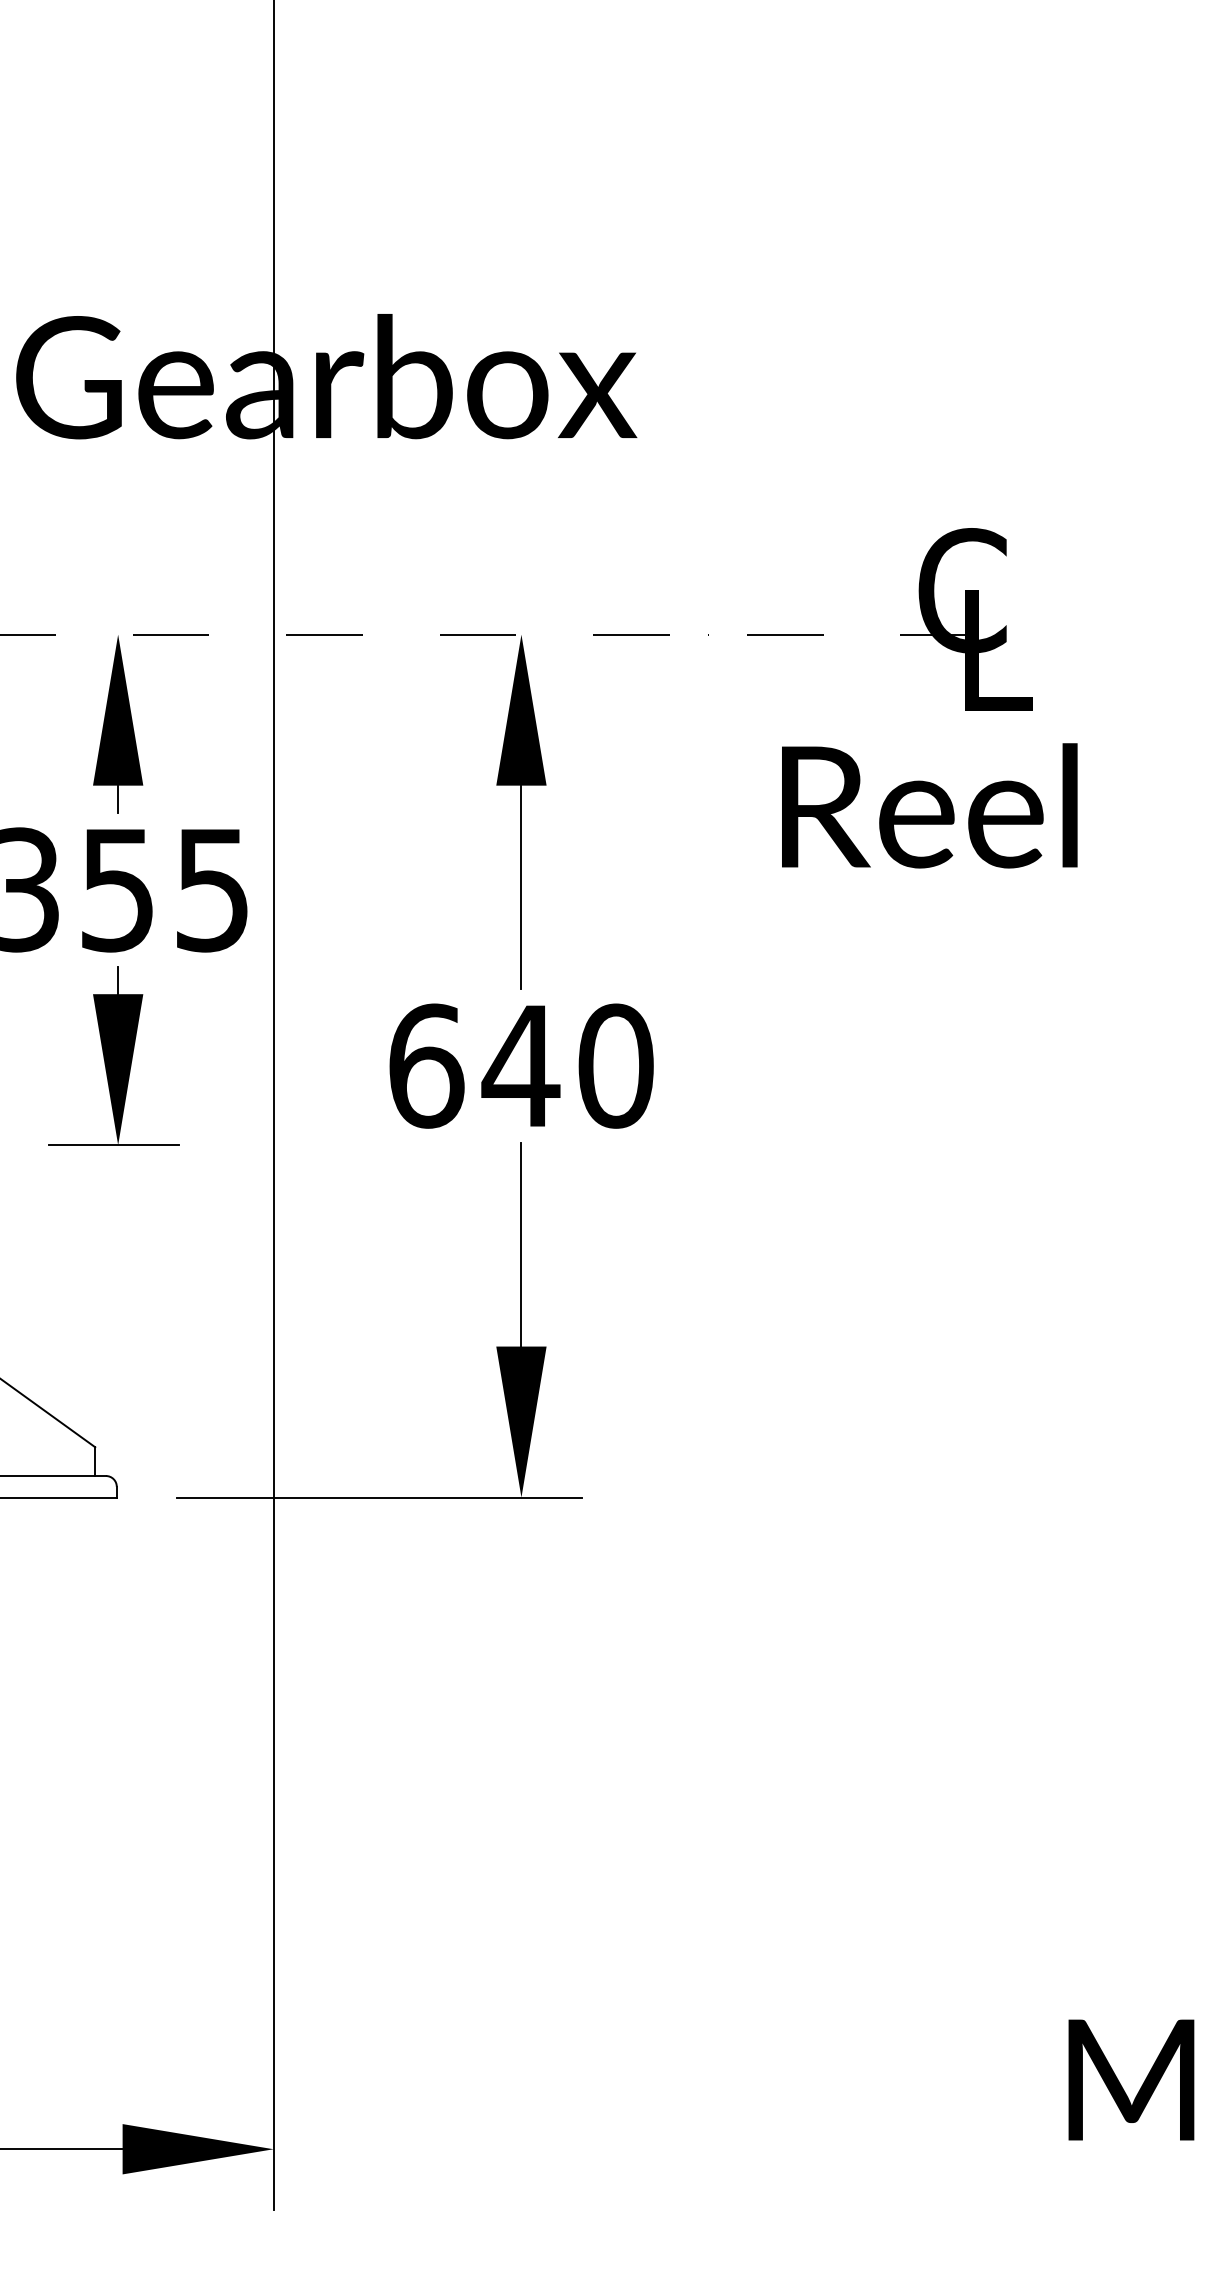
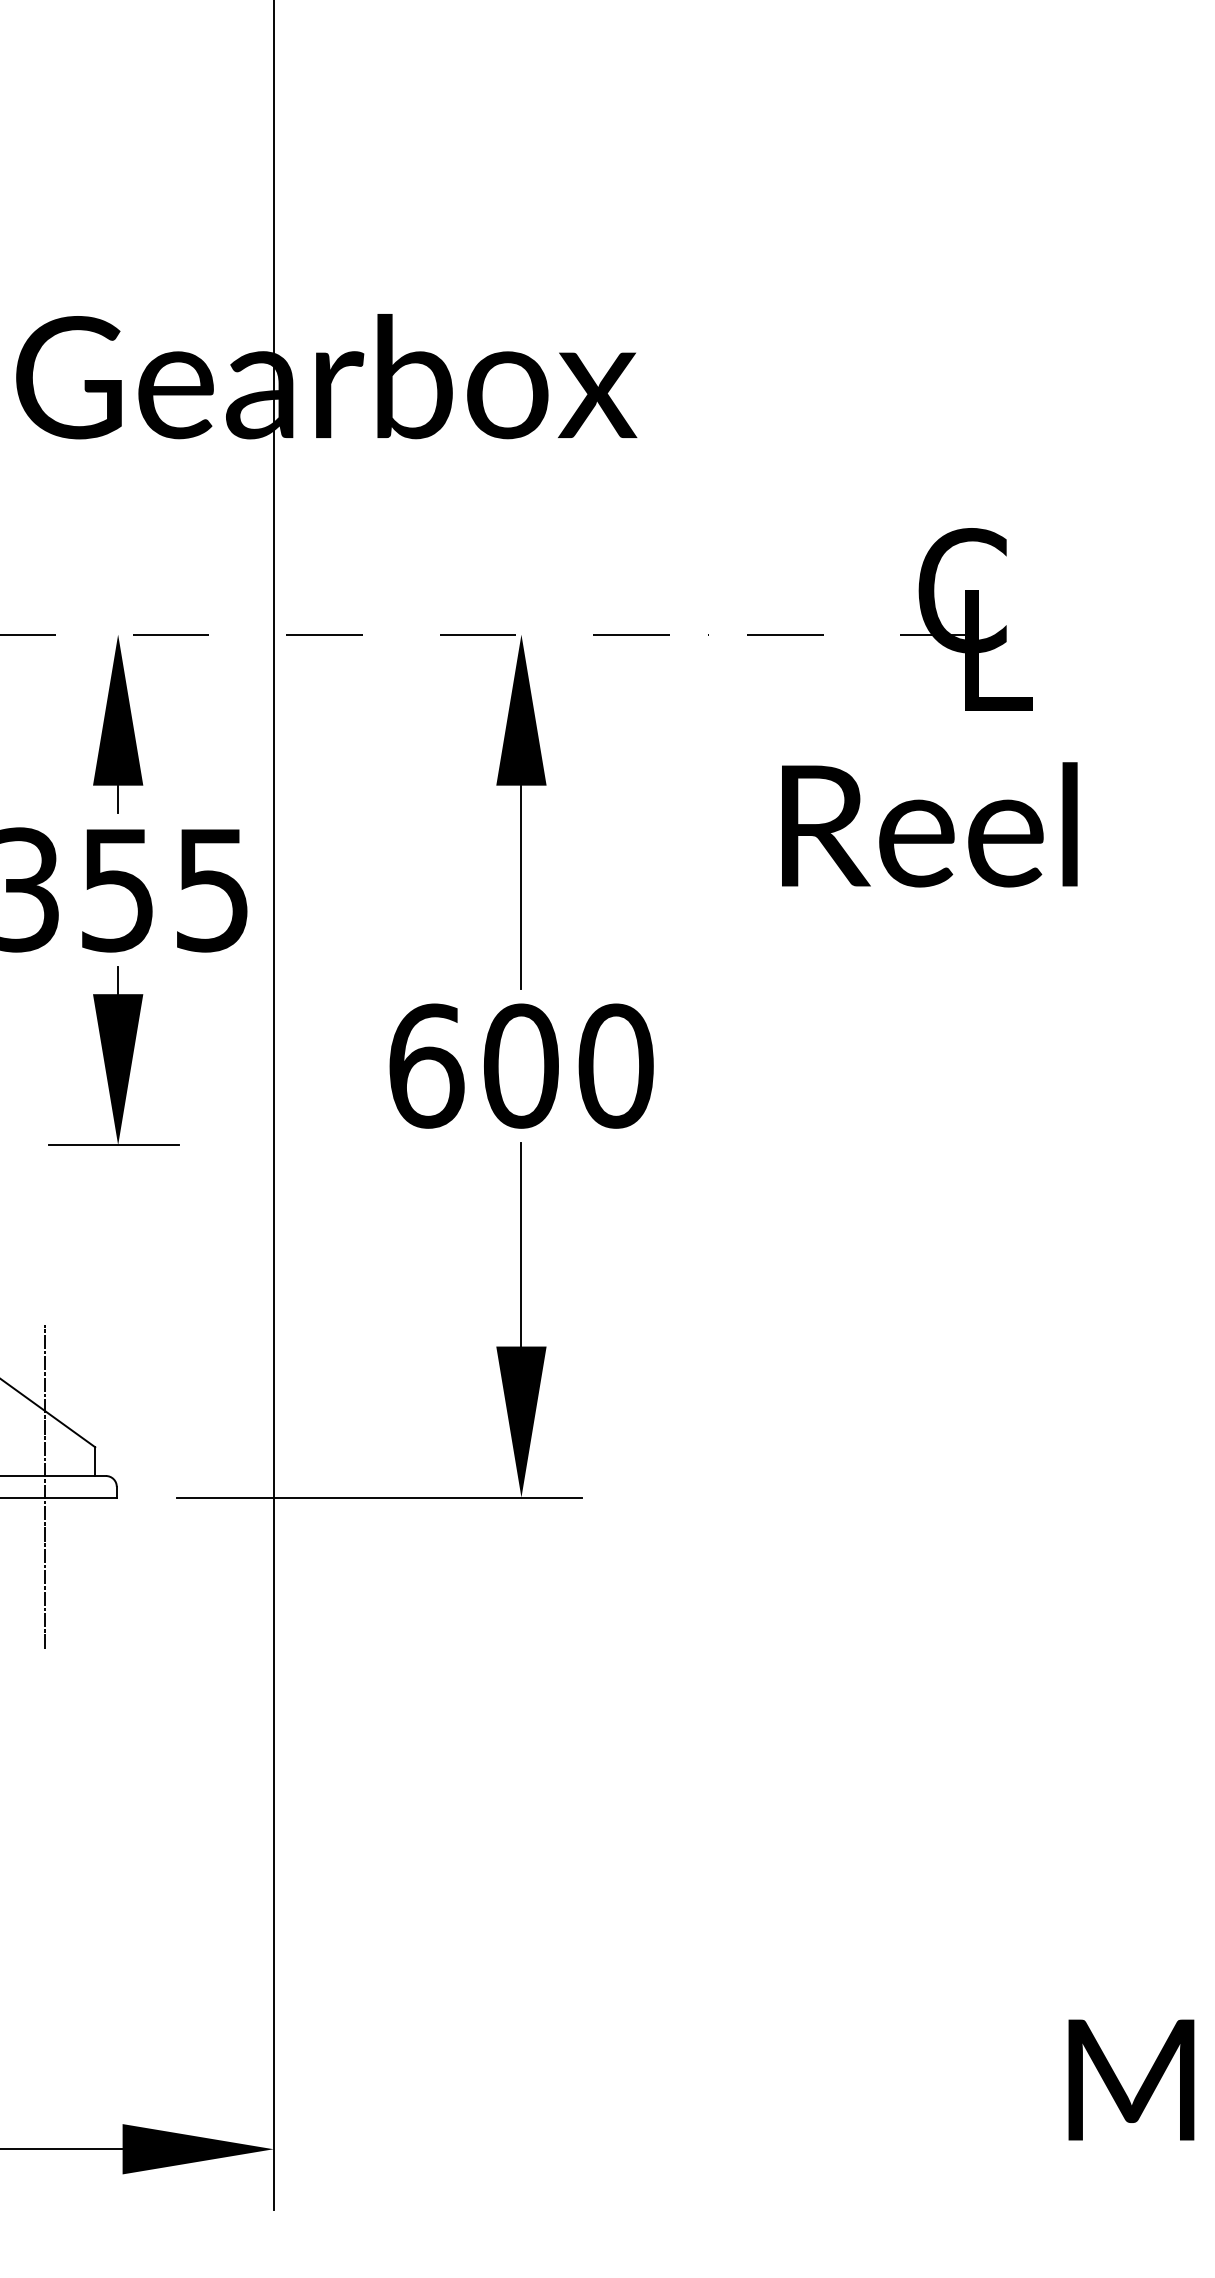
text at (929, 805) position: (929, 805) -> (929, 824)
text at (520, 1065): 640 -> 600
line at (44, 1486): none -> present
